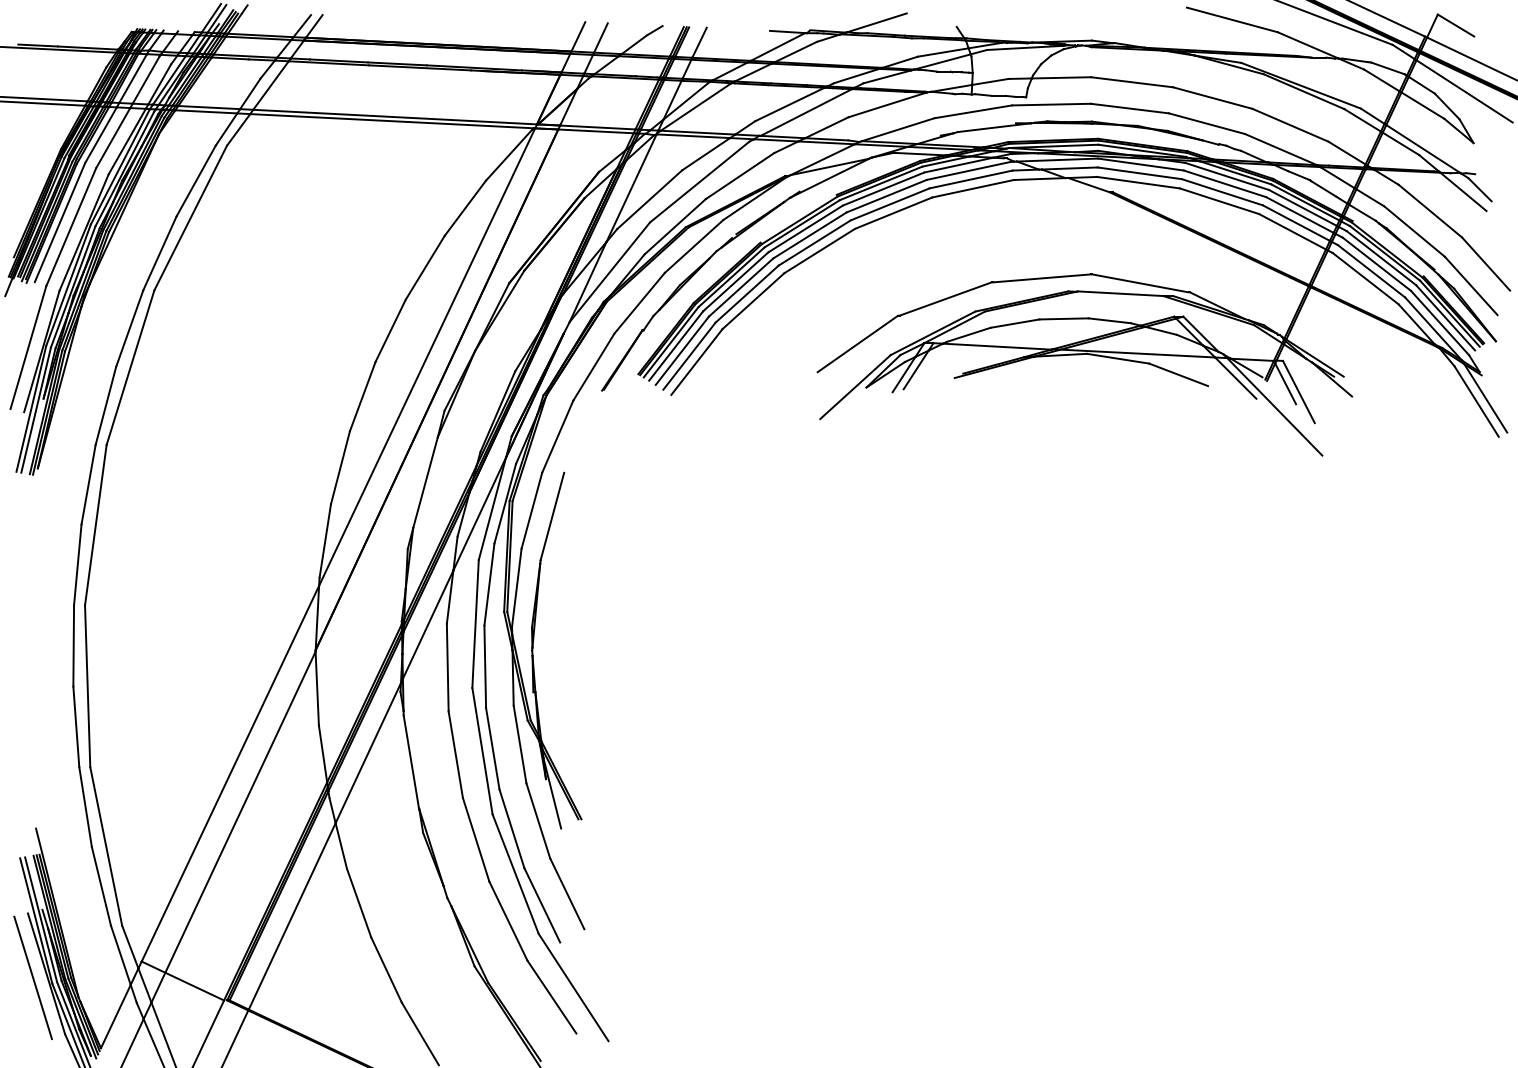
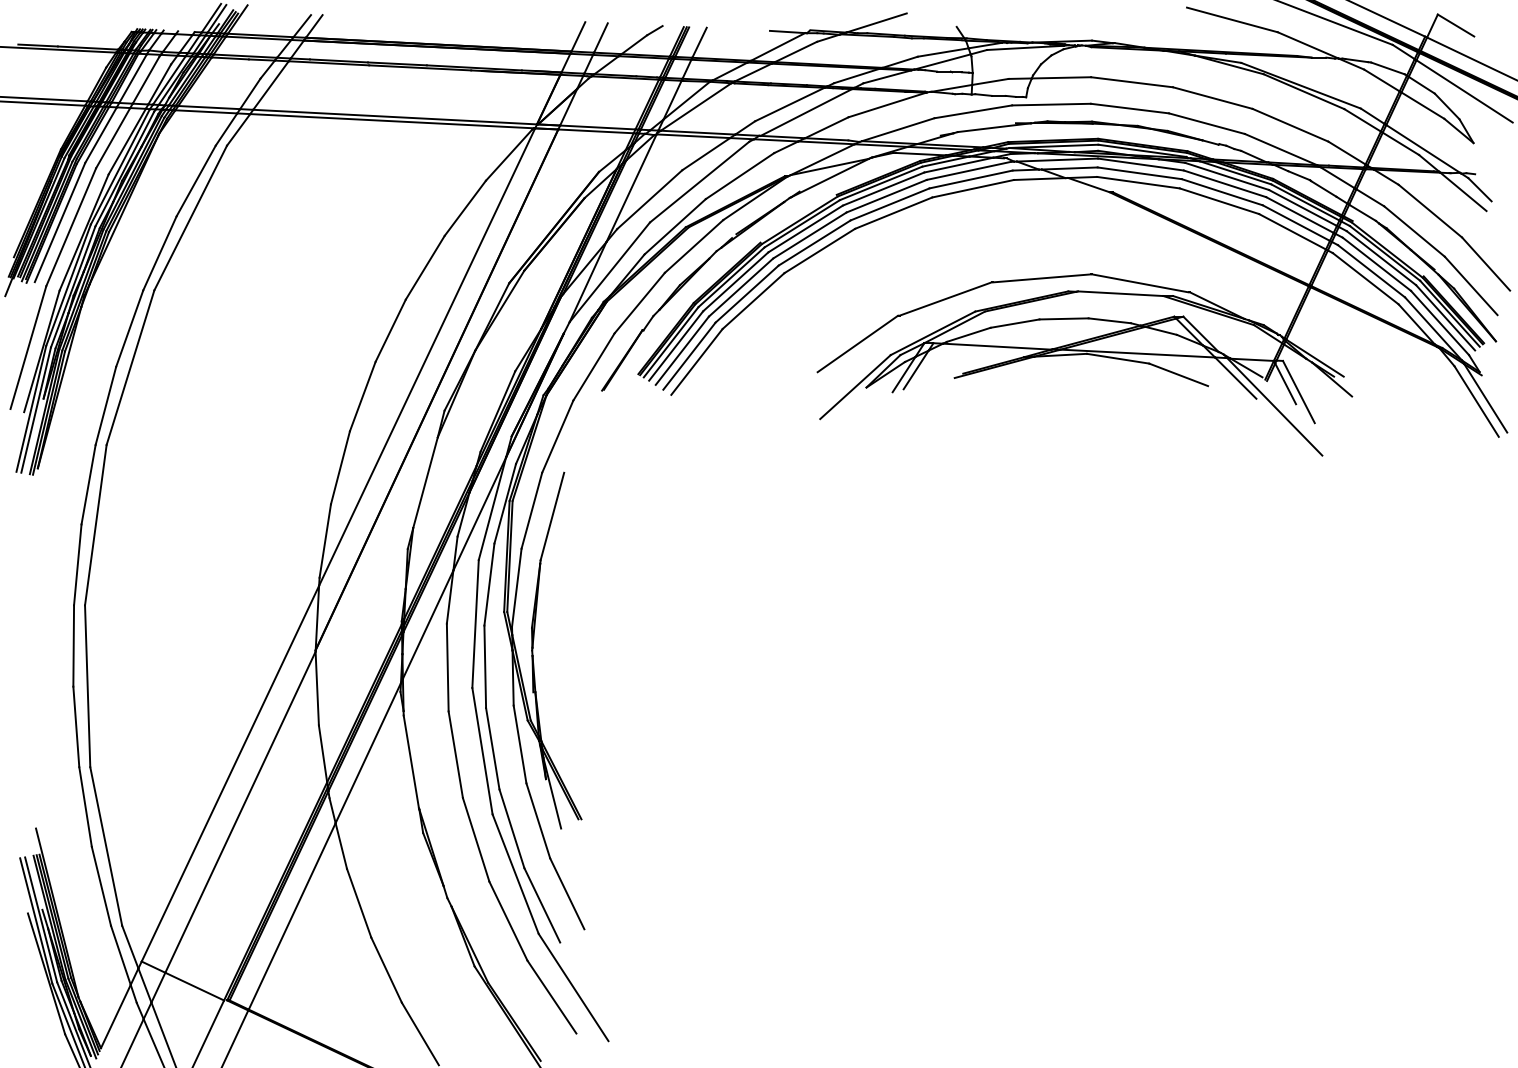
line at (32, 977): present -> none
